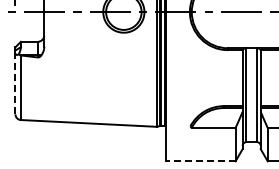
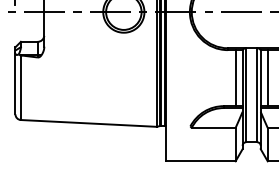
line at (235, 78): none -> present
line at (267, 78): none -> present
line at (15, 83): dashed -> solid
line at (201, 161): dashed -> solid
